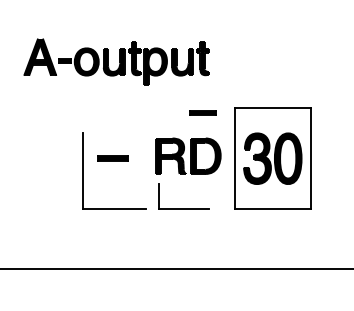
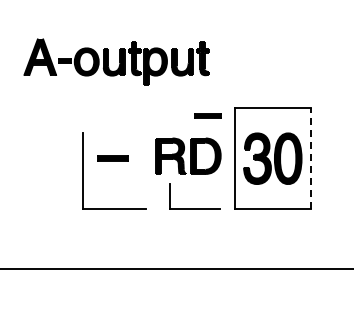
part at (202, 112) position: (202, 112) -> (207, 115)
line at (310, 158): solid -> dashed
part at (183, 208) position: (183, 208) -> (194, 208)
